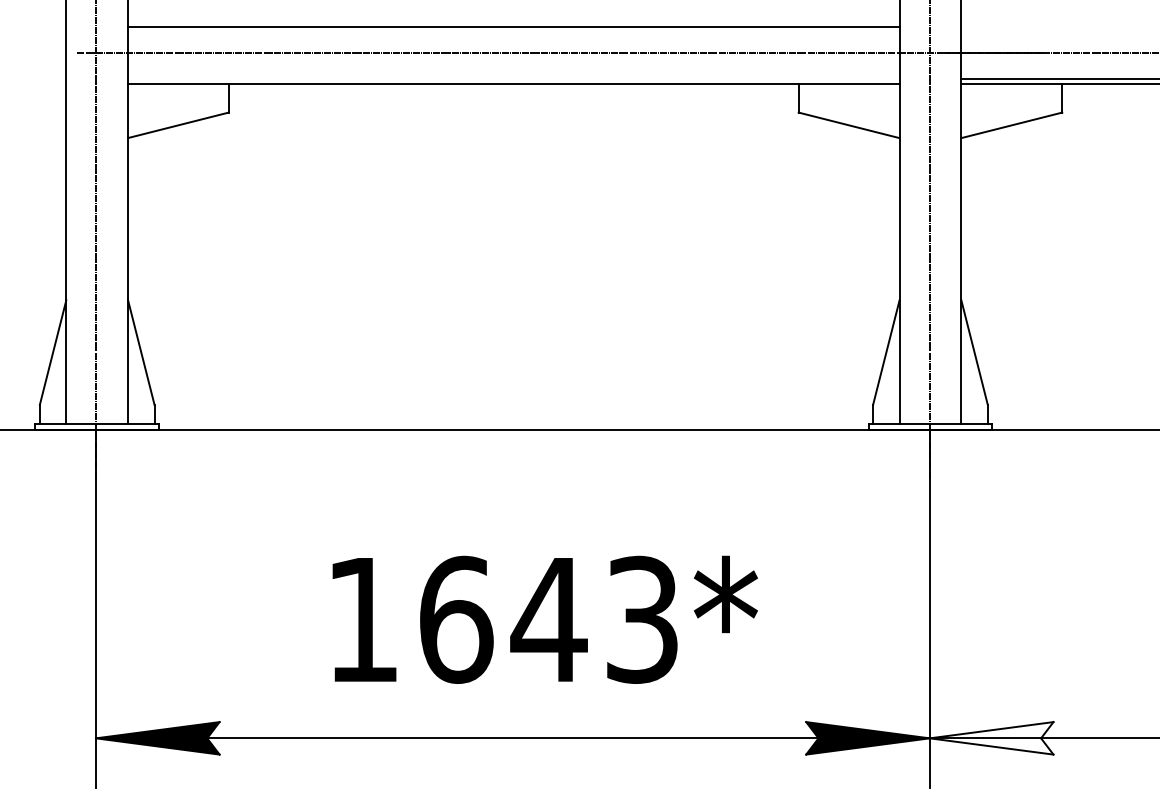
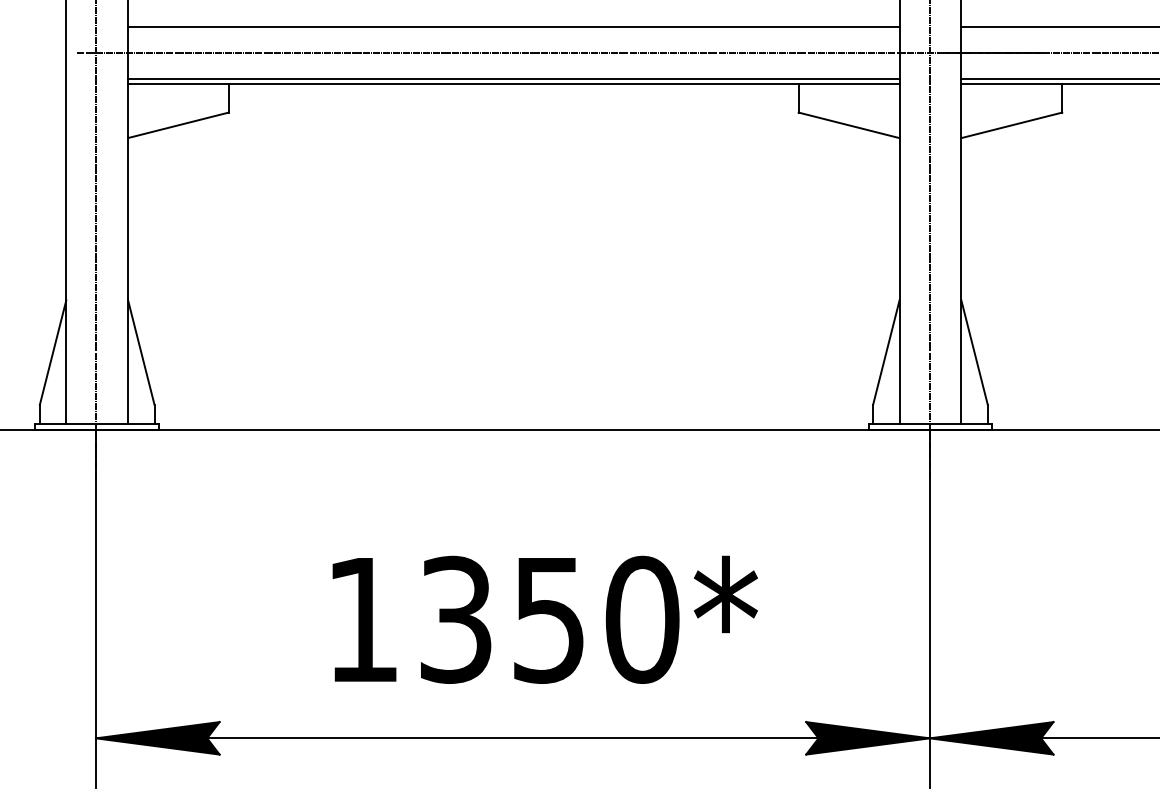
line at (1058, 26): none -> present
line at (513, 78): none -> present
text at (549, 619): 1643* -> 1350*
fill at (991, 738): none -> present
